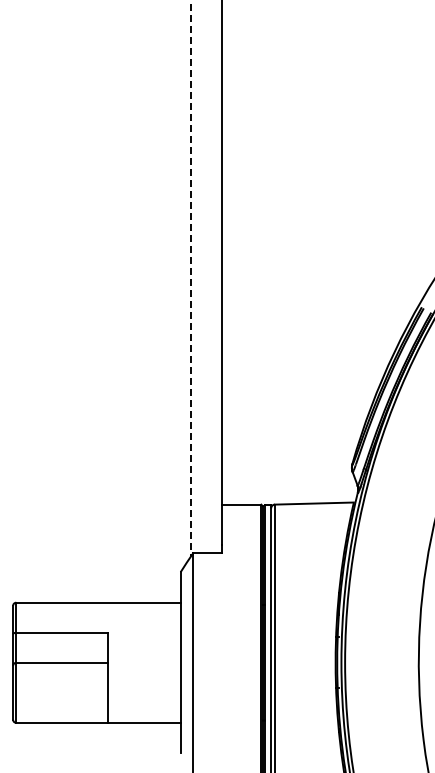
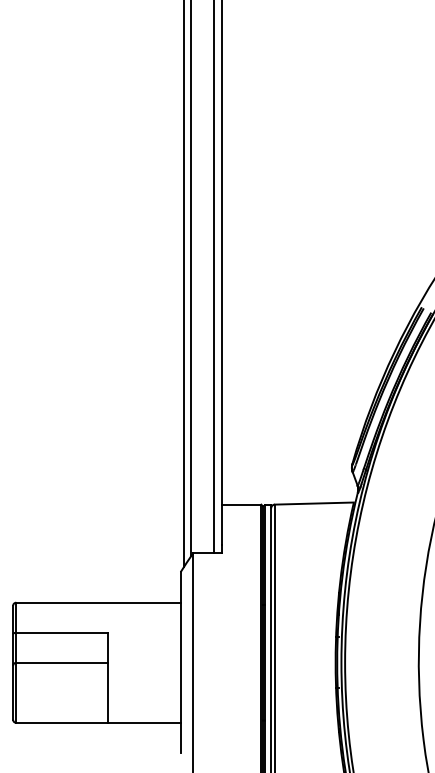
line at (214, 277): none -> present
line at (191, 278): dashed -> solid
line at (183, 284): none -> present
